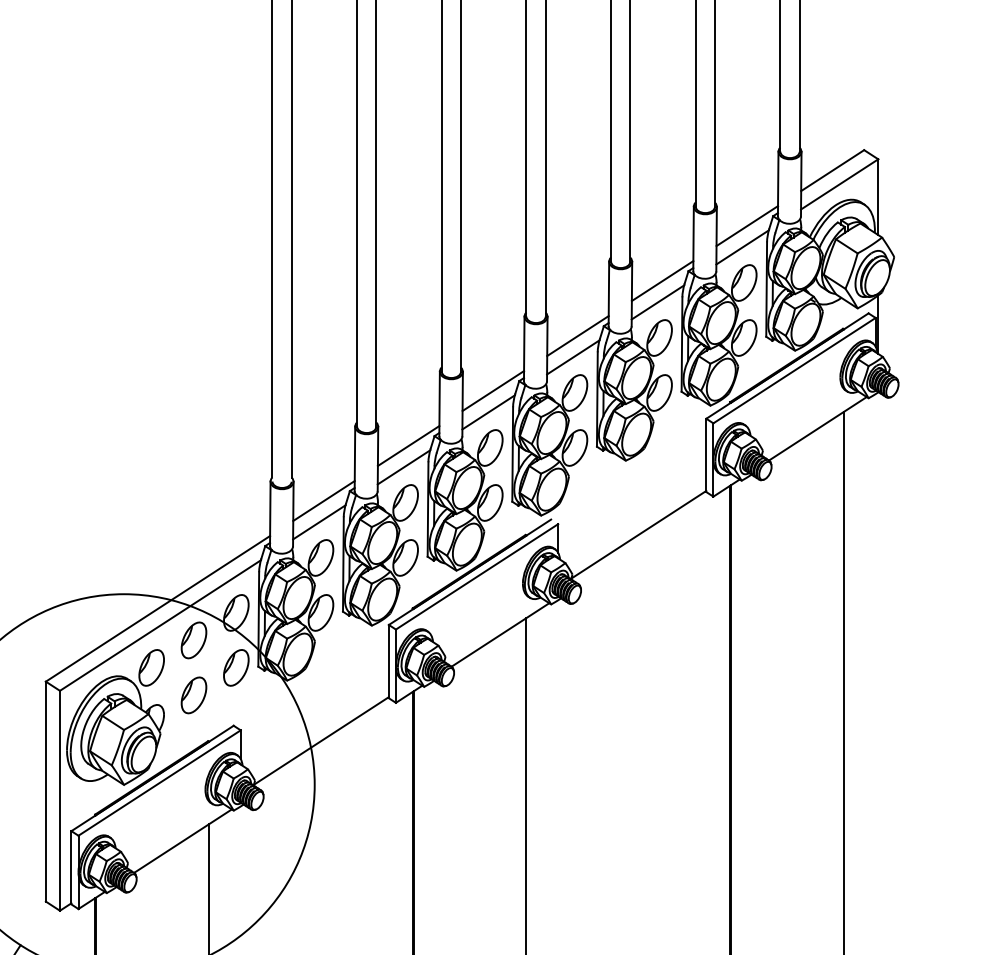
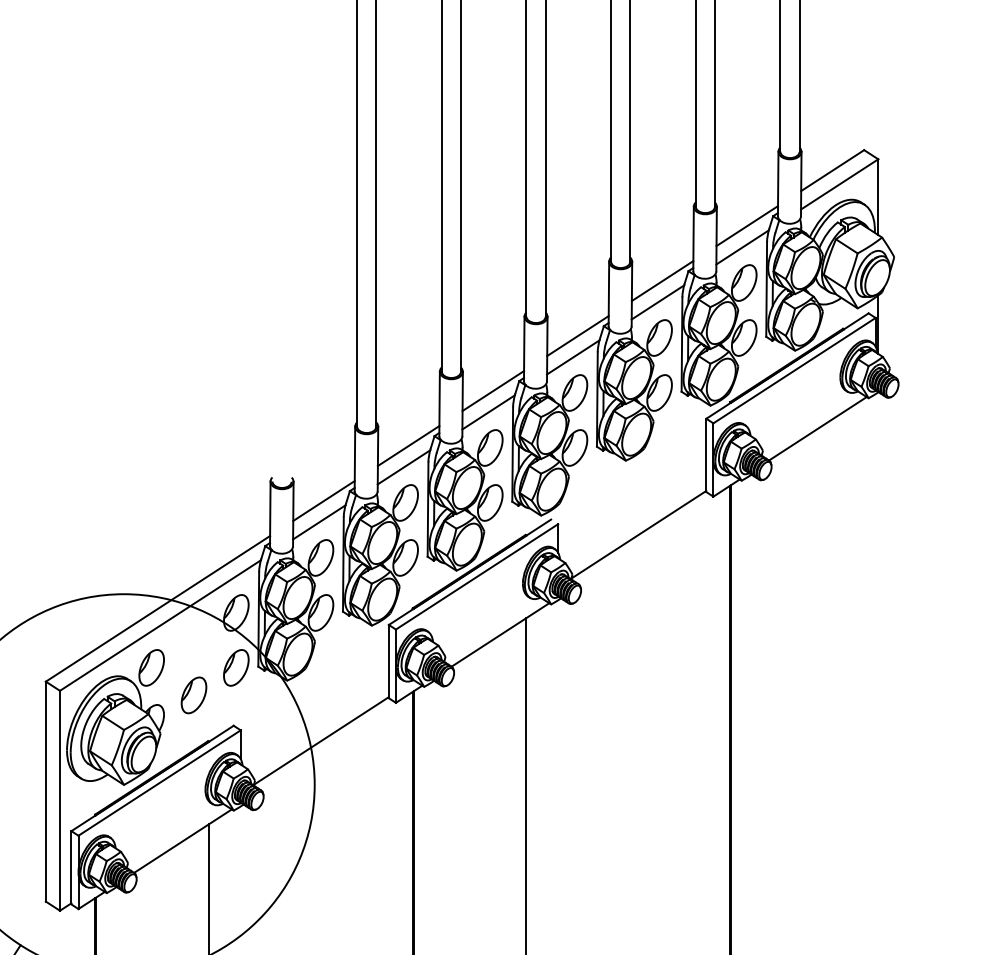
line at (272, 239): present -> none
line at (291, 239): present -> none
part at (193, 640): present -> none
line at (843, 681): present -> none
